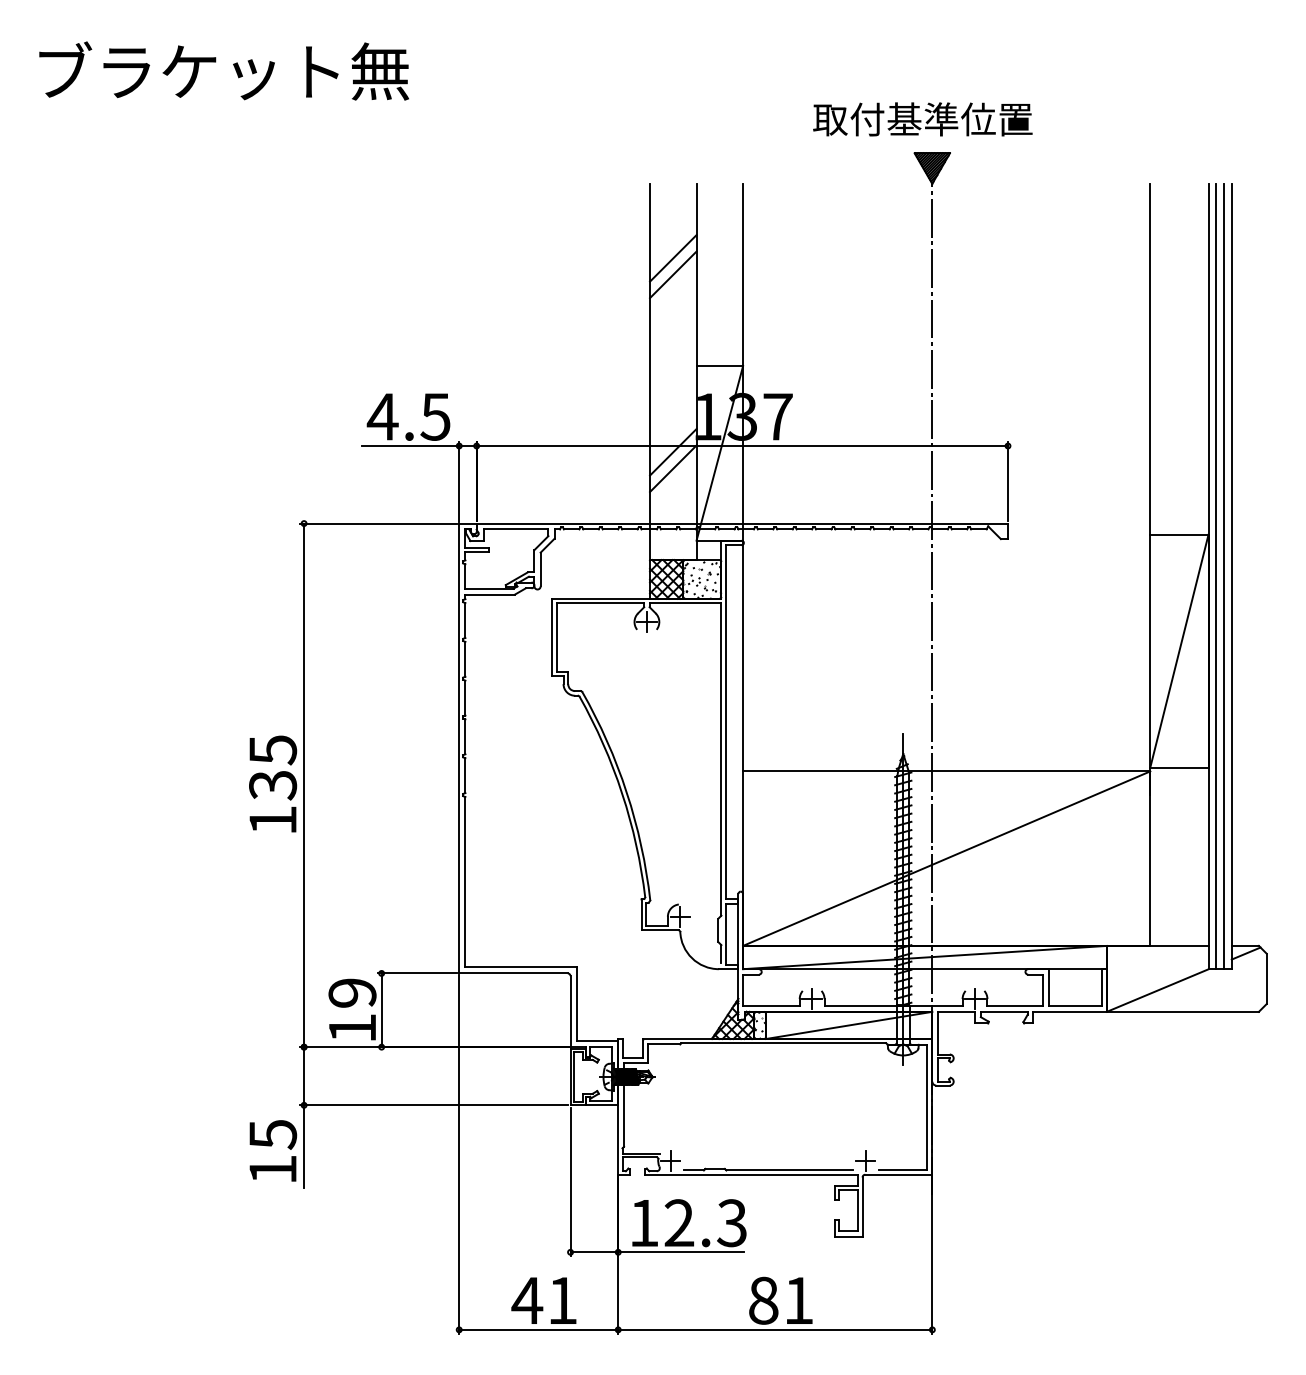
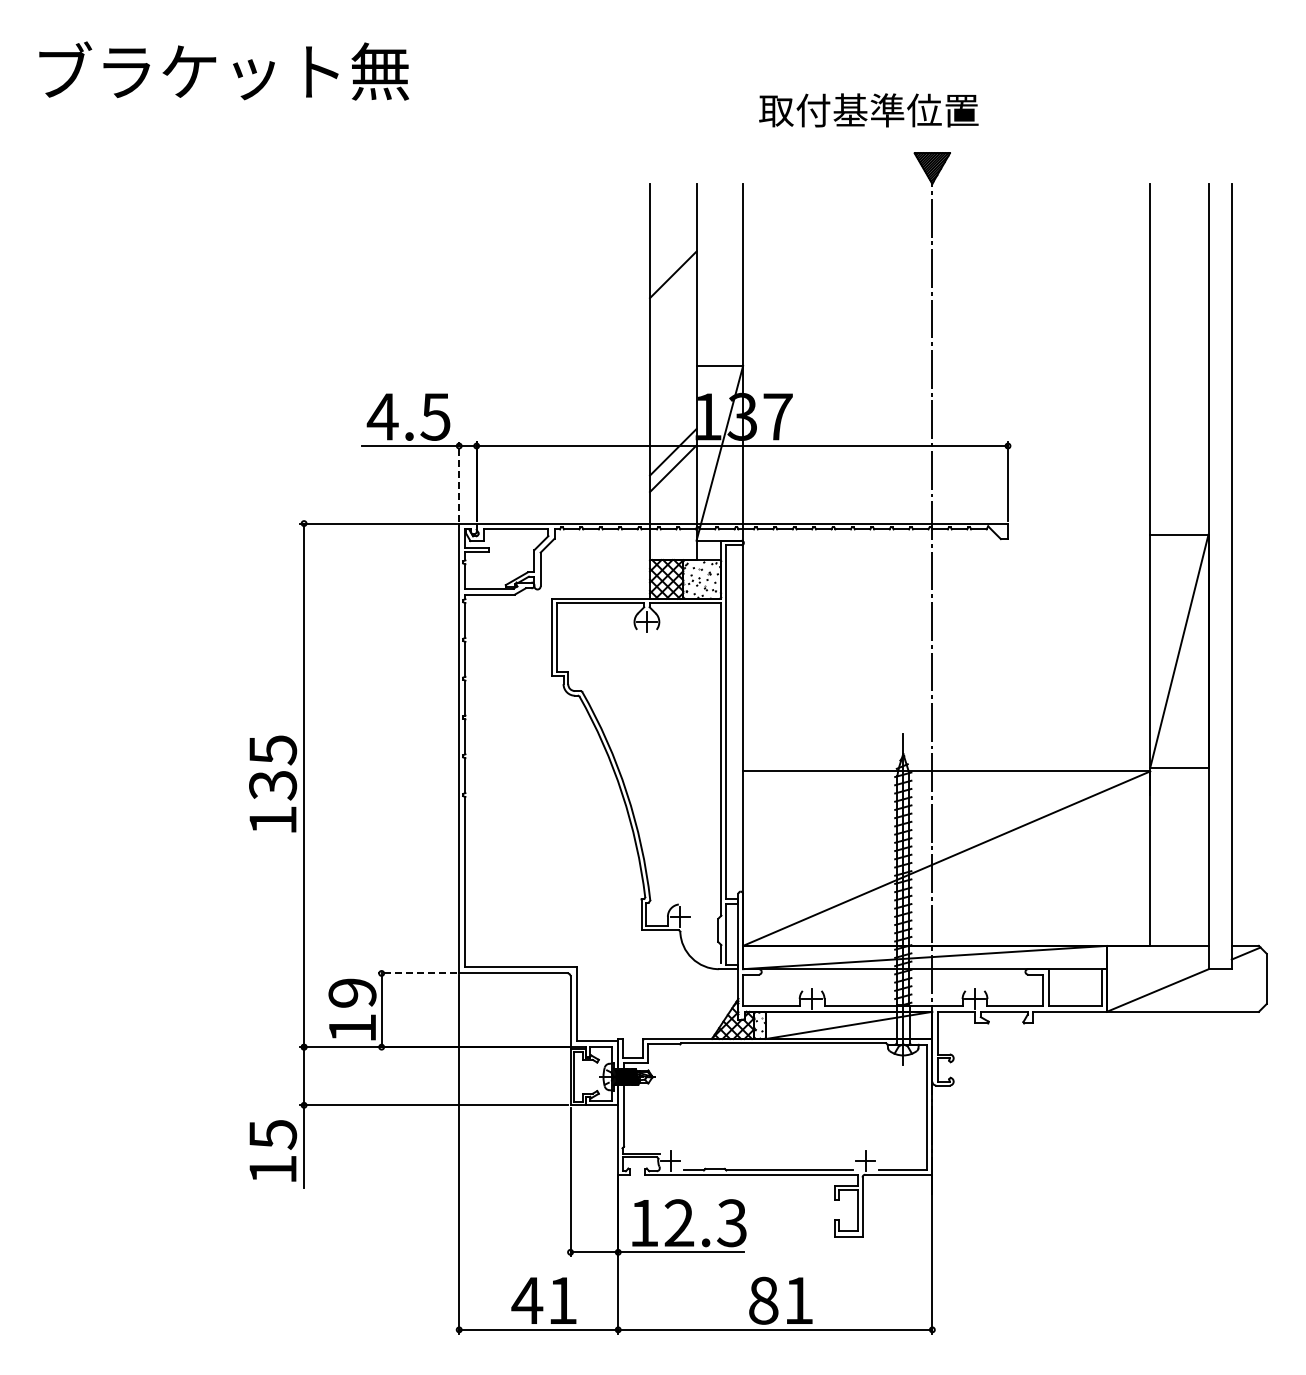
text at (922, 119) position: (922, 119) -> (868, 110)
line at (673, 258): present -> none
line at (459, 481): solid -> dashed
line at (1216, 576): present -> none
line at (1224, 576): present -> none
line at (417, 973): solid -> dashed
